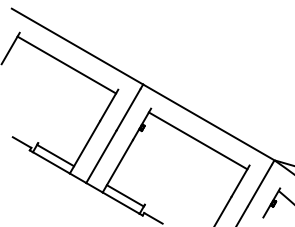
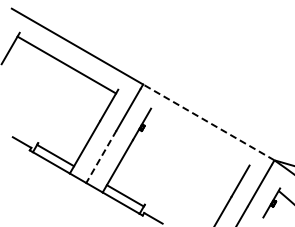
line at (208, 122): solid -> dashed
line at (197, 140): present -> none
line at (101, 157): solid -> dashed
